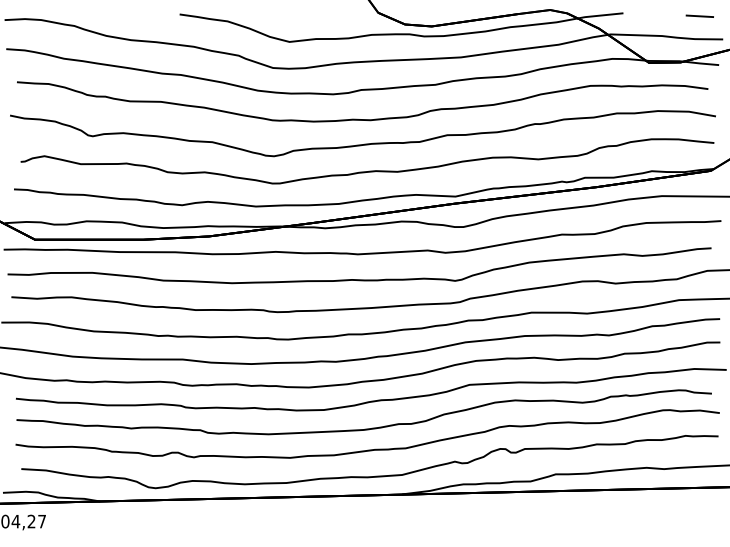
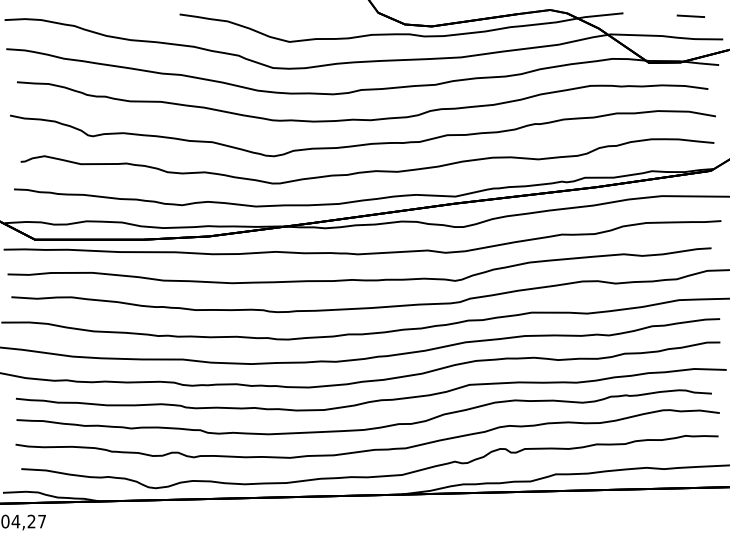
line at (699, 15) position: (699, 15) -> (690, 15)
